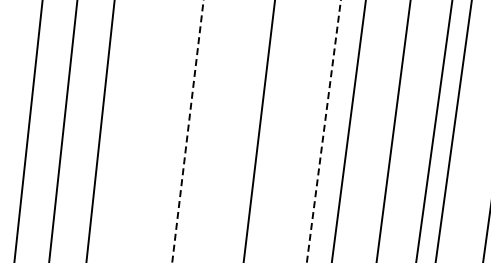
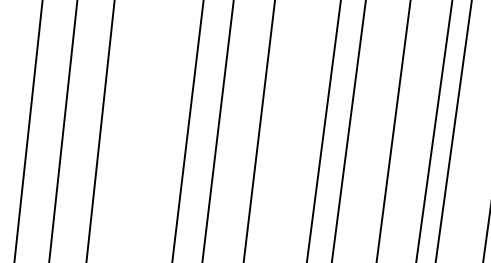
line at (217, 130): none -> present
line at (323, 130): dashed -> solid
line at (187, 131): dashed -> solid
